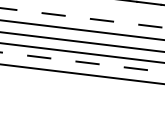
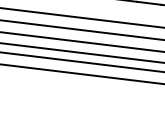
line at (82, 17): dashed -> solid
line at (83, 62): dashed -> solid
